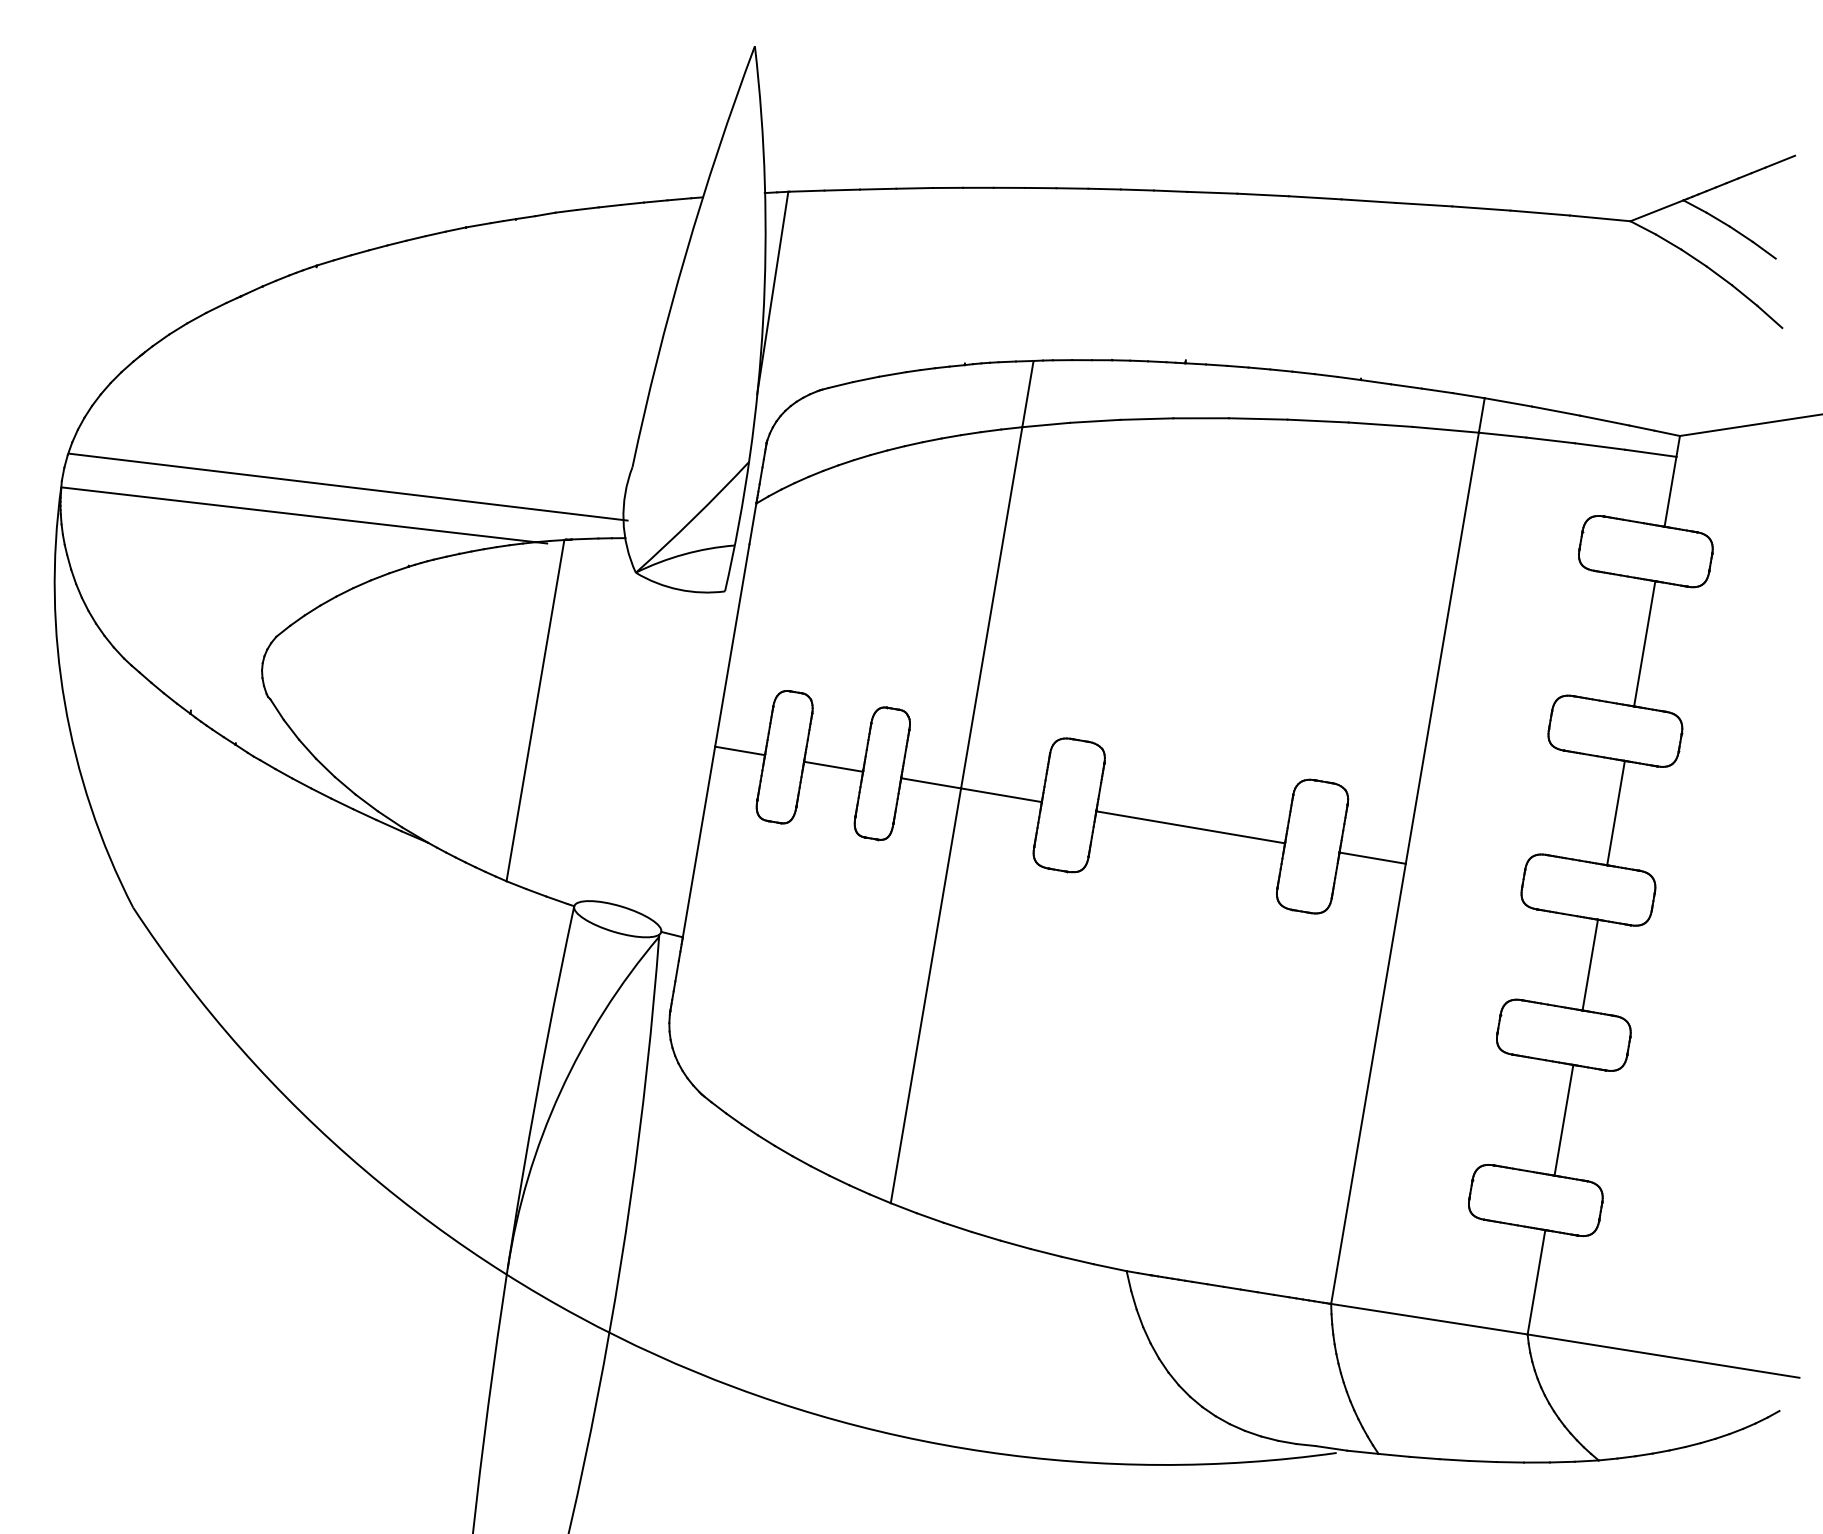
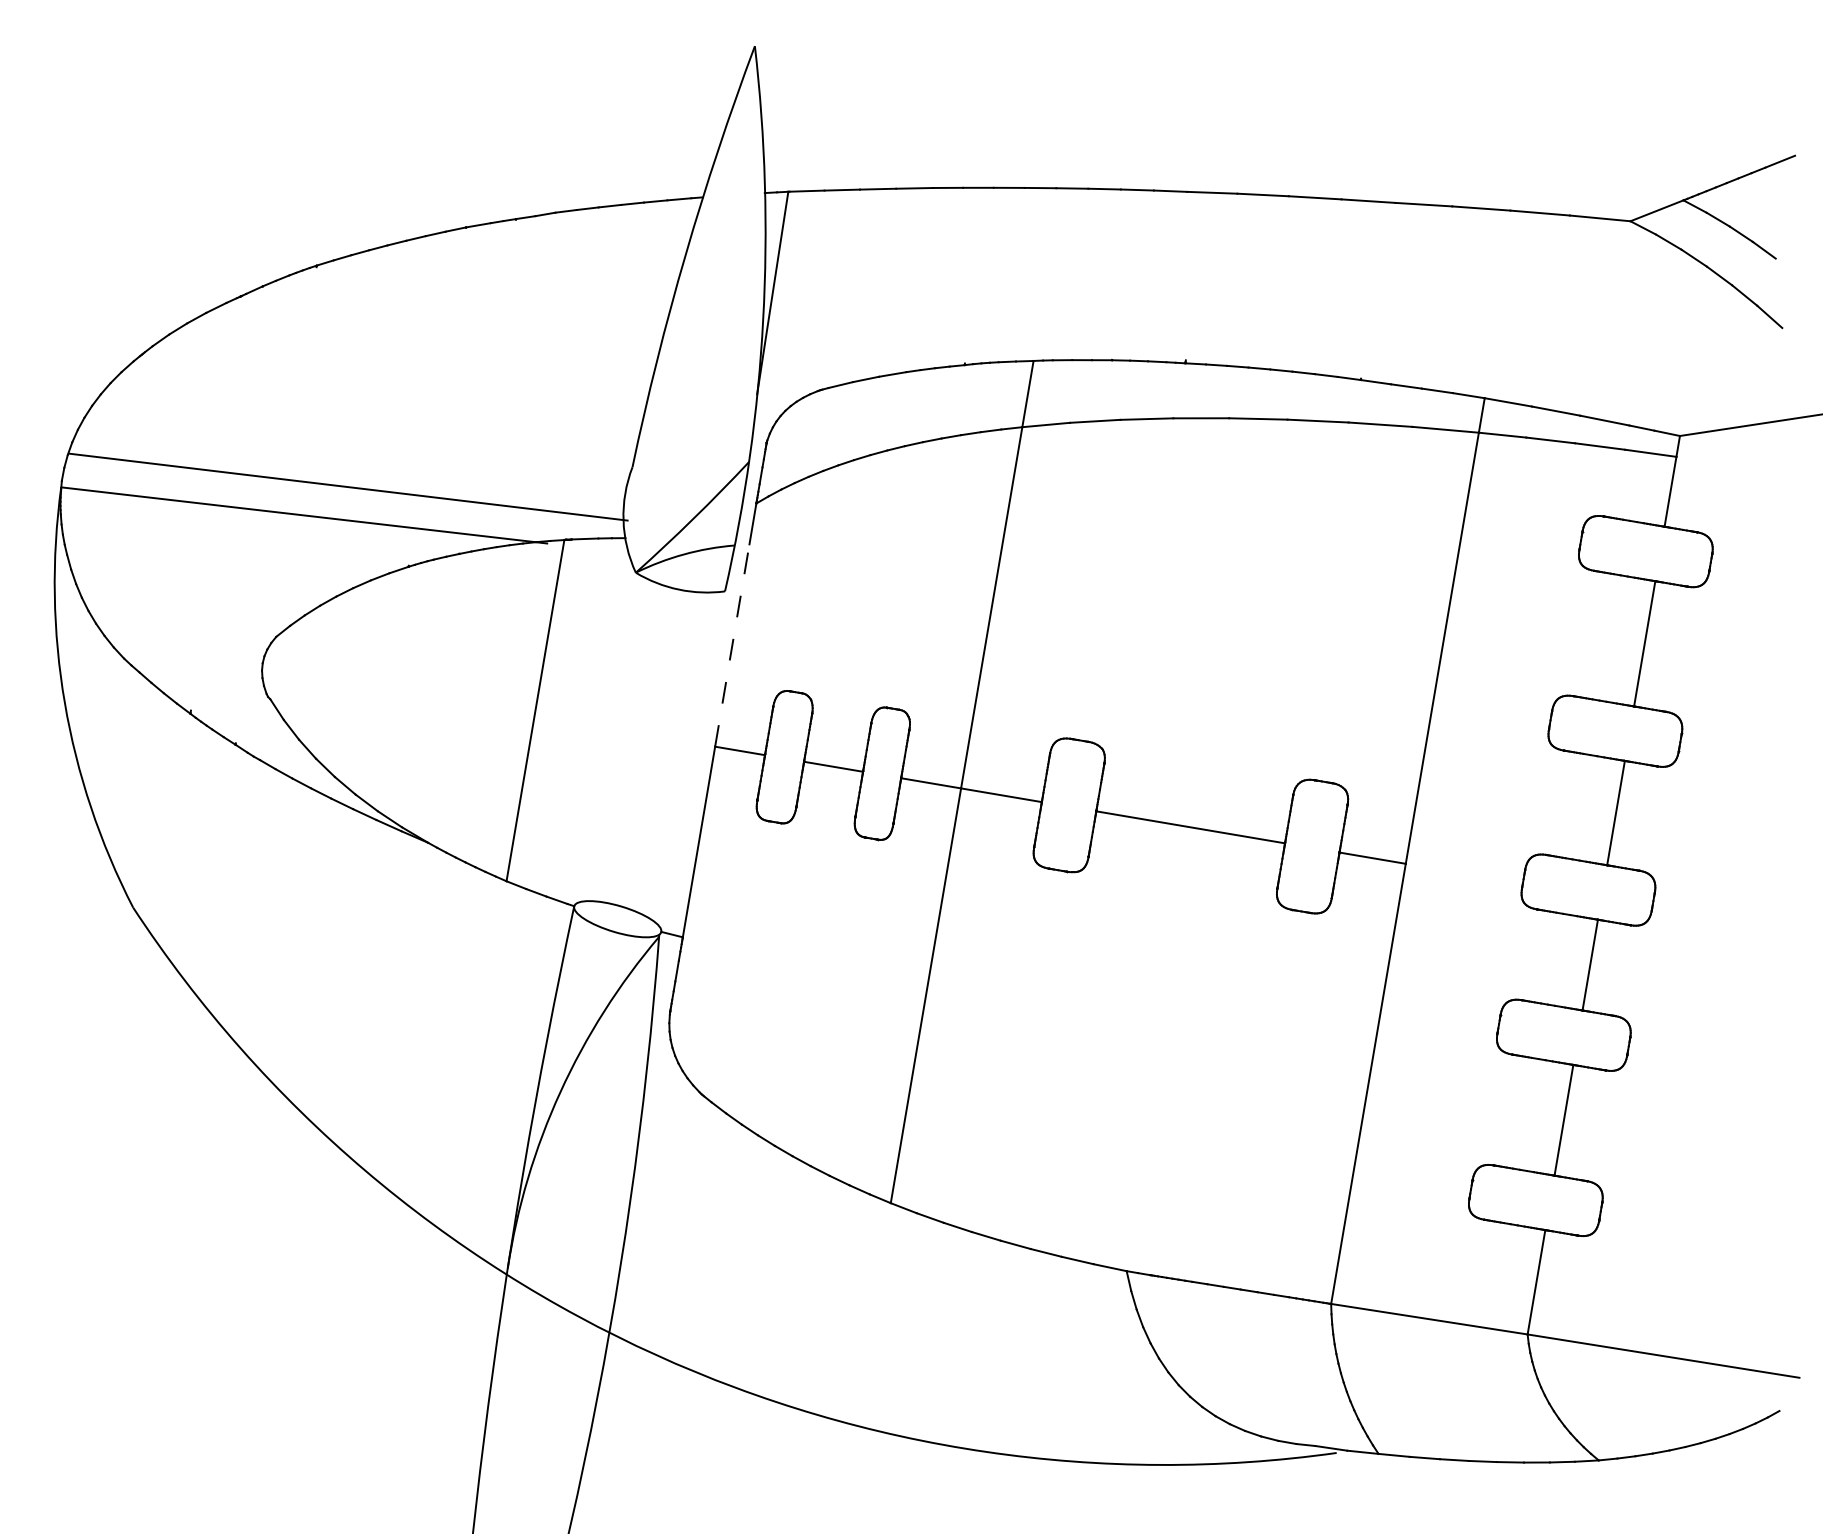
line at (732, 645): solid -> dashed
